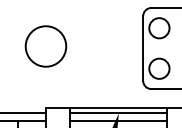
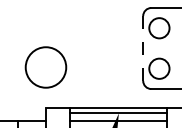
circle at (45, 46) position: (45, 46) -> (45, 67)
line at (143, 48): solid -> dashed
line at (23, 113): present -> none
